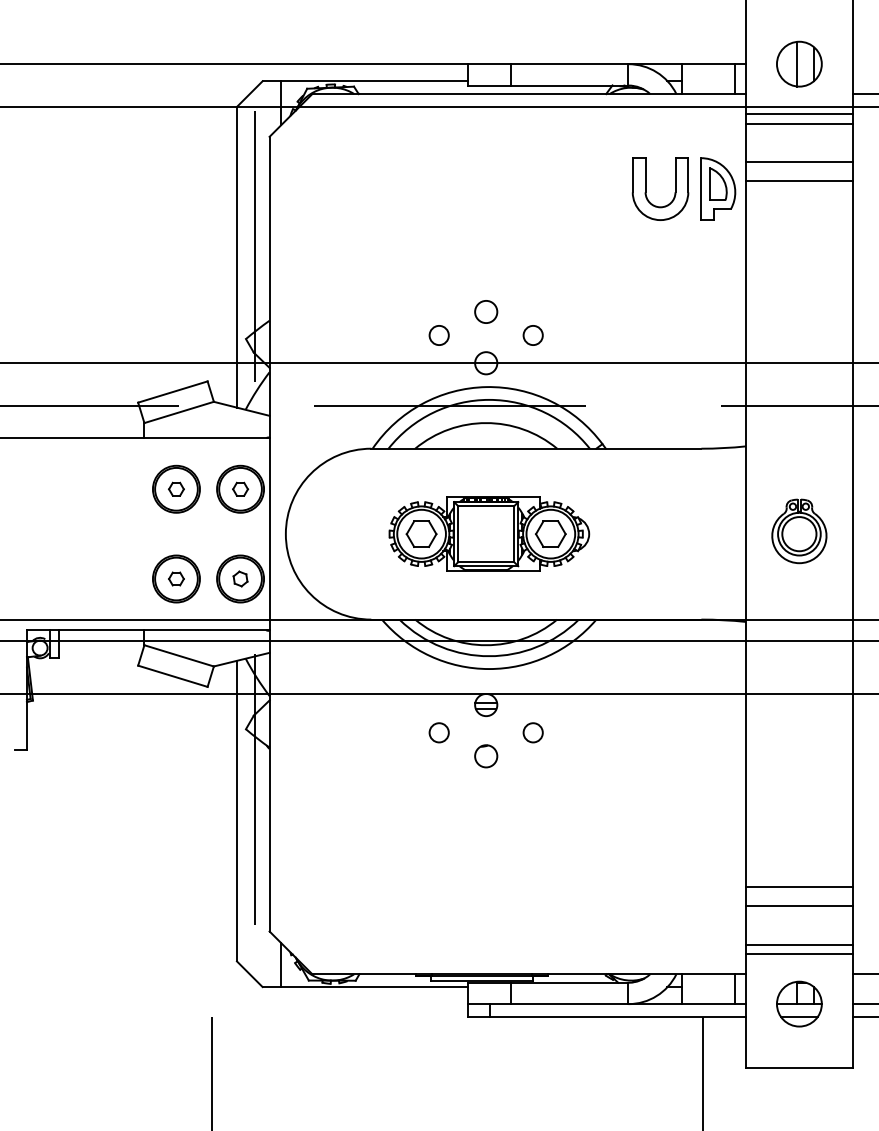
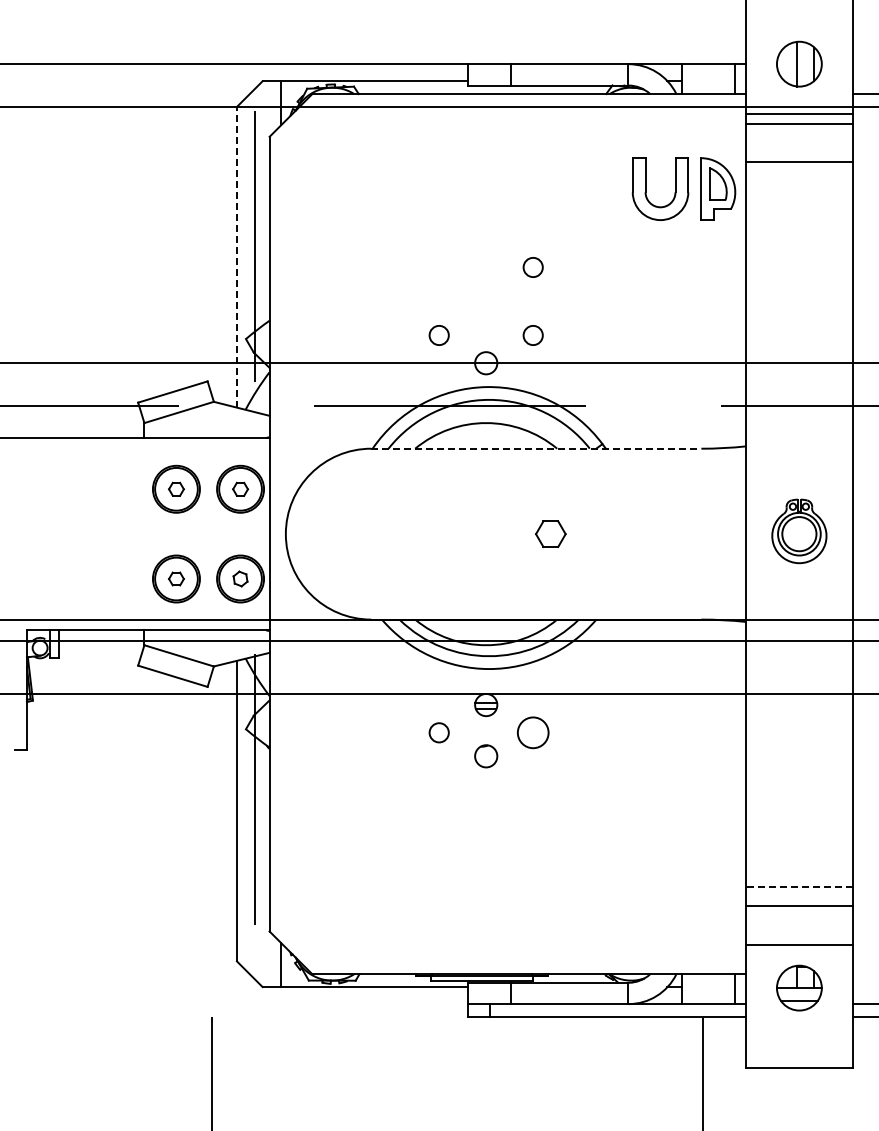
line at (798, 181): present -> none
line at (236, 256): solid -> dashed
circle at (532, 267): none -> present
circle at (486, 311): present -> none
line at (536, 448): solid -> dashed
part at (489, 533): present -> none
circle at (532, 732) diameter: 19 px -> 31 px
line at (798, 887): solid -> dashed
line at (798, 954): present -> none
line at (863, 974): present -> none
part at (799, 1003) position: (799, 1003) -> (799, 987)
